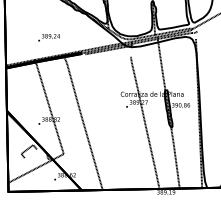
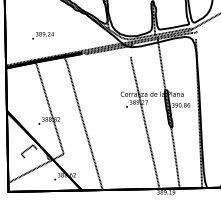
text at (48, 37) position: (48, 37) -> (42, 35)
